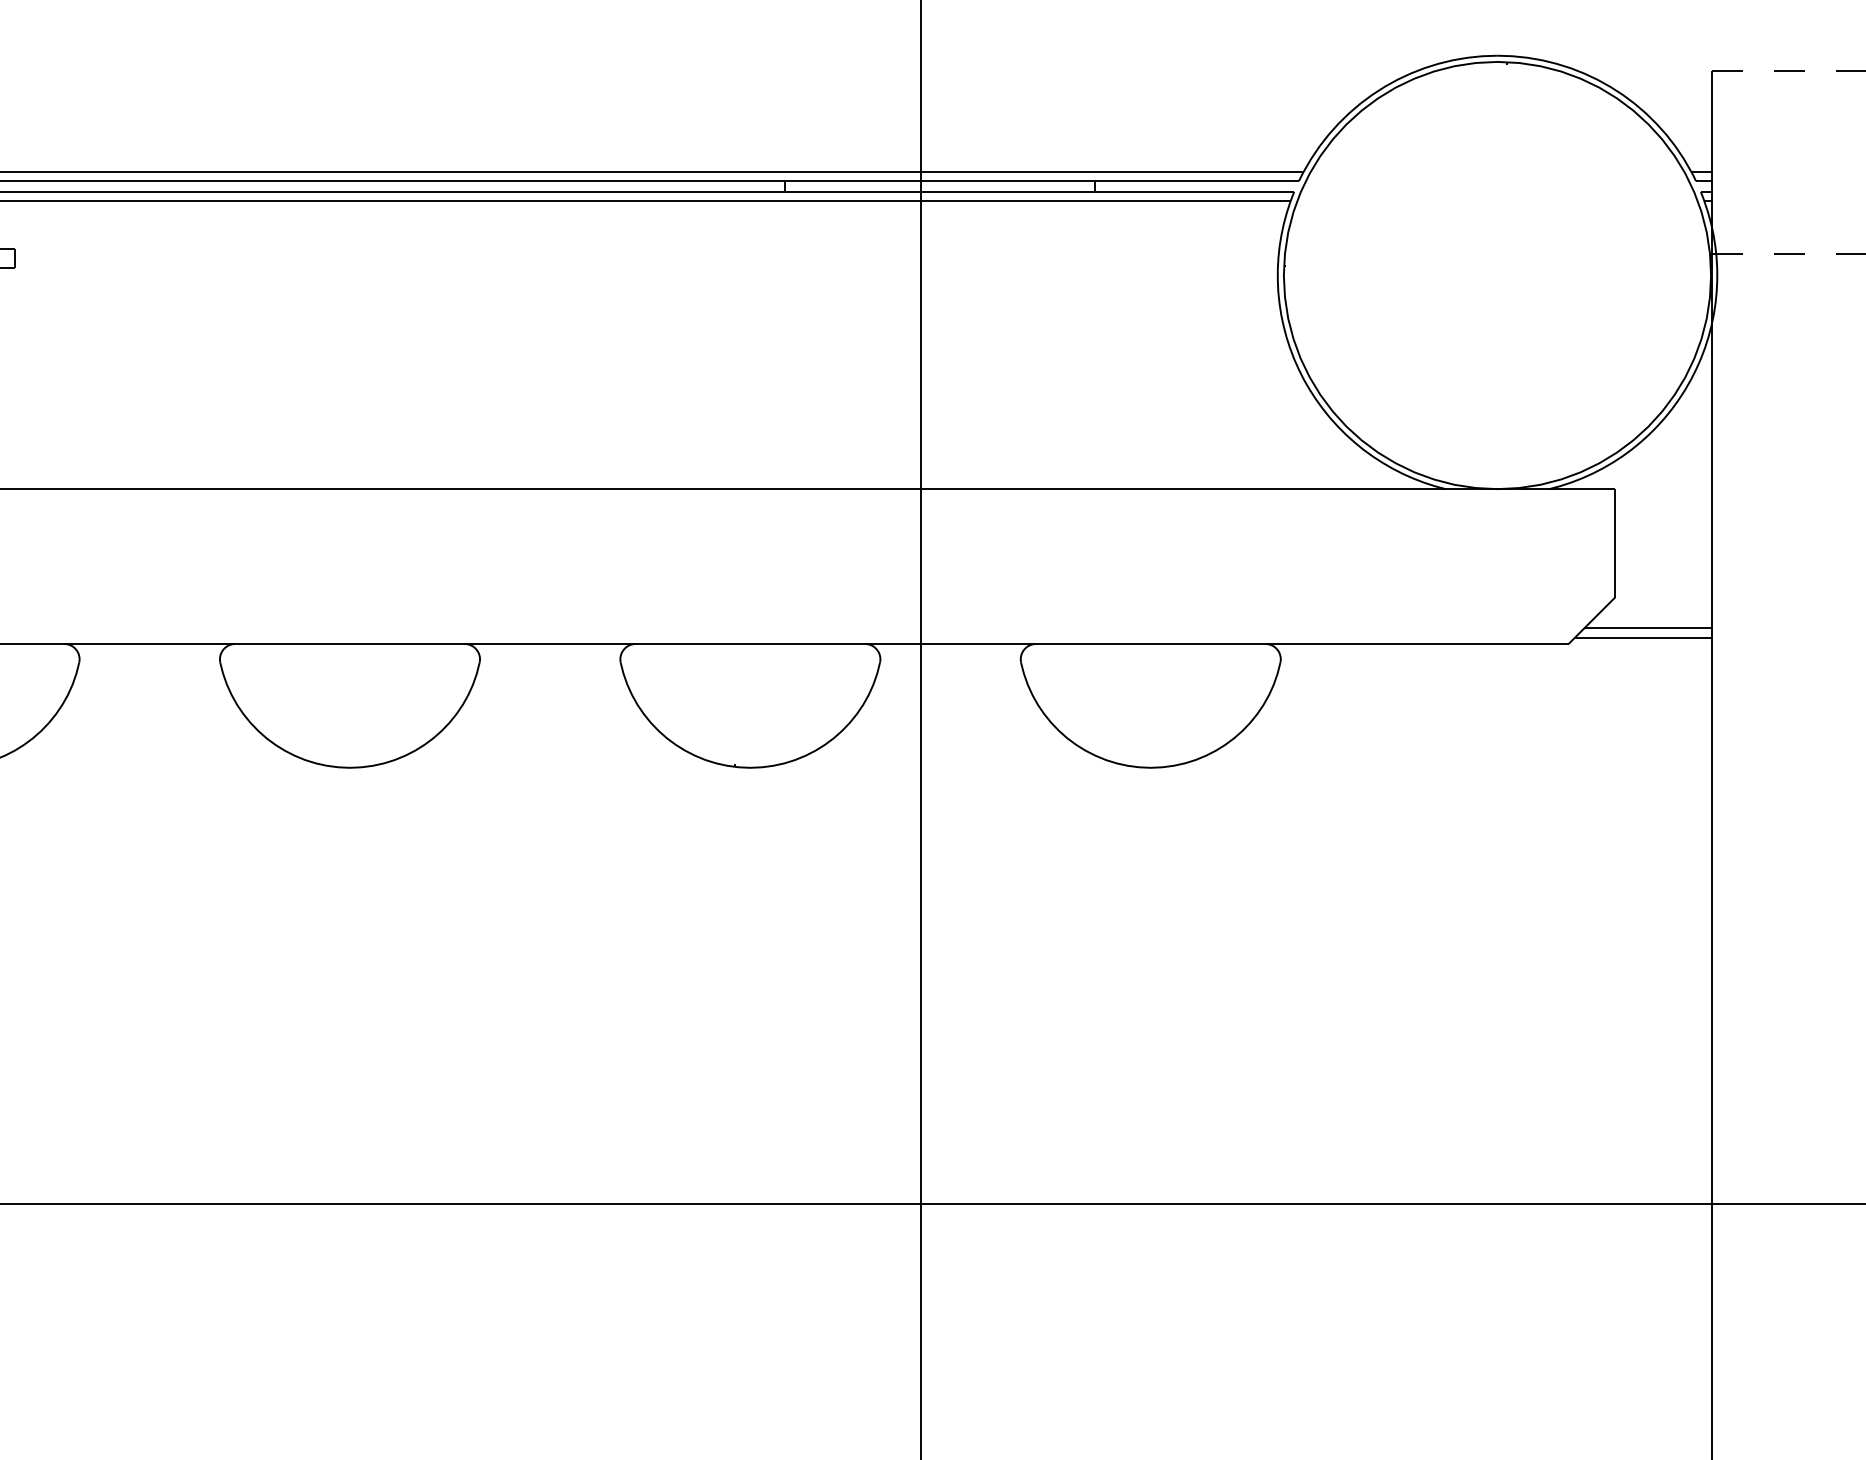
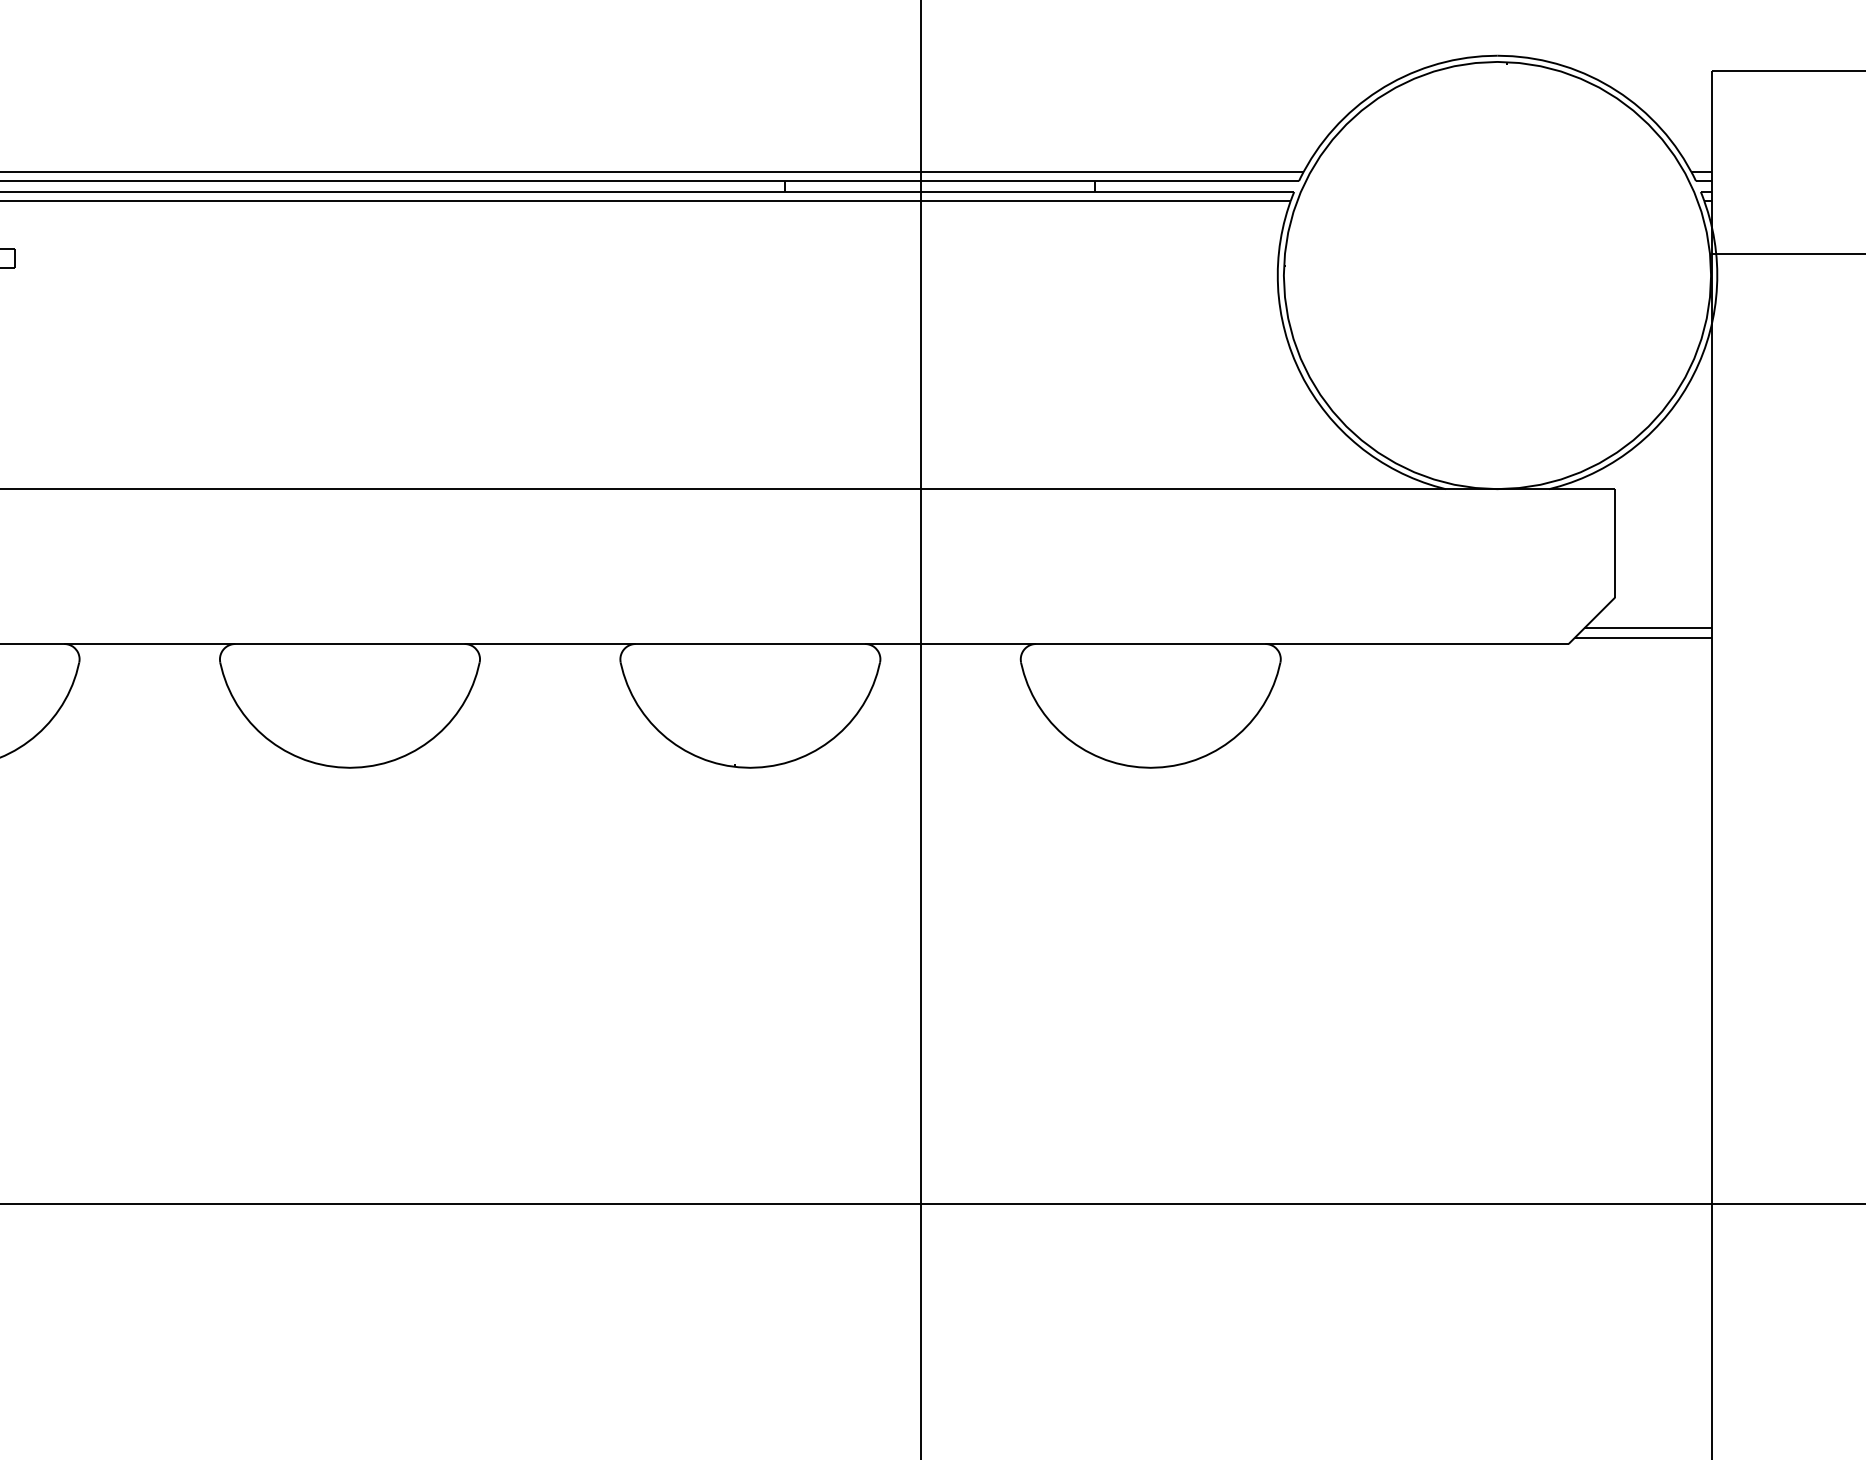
line at (1788, 70): dashed -> solid
line at (1788, 253): dashed -> solid
